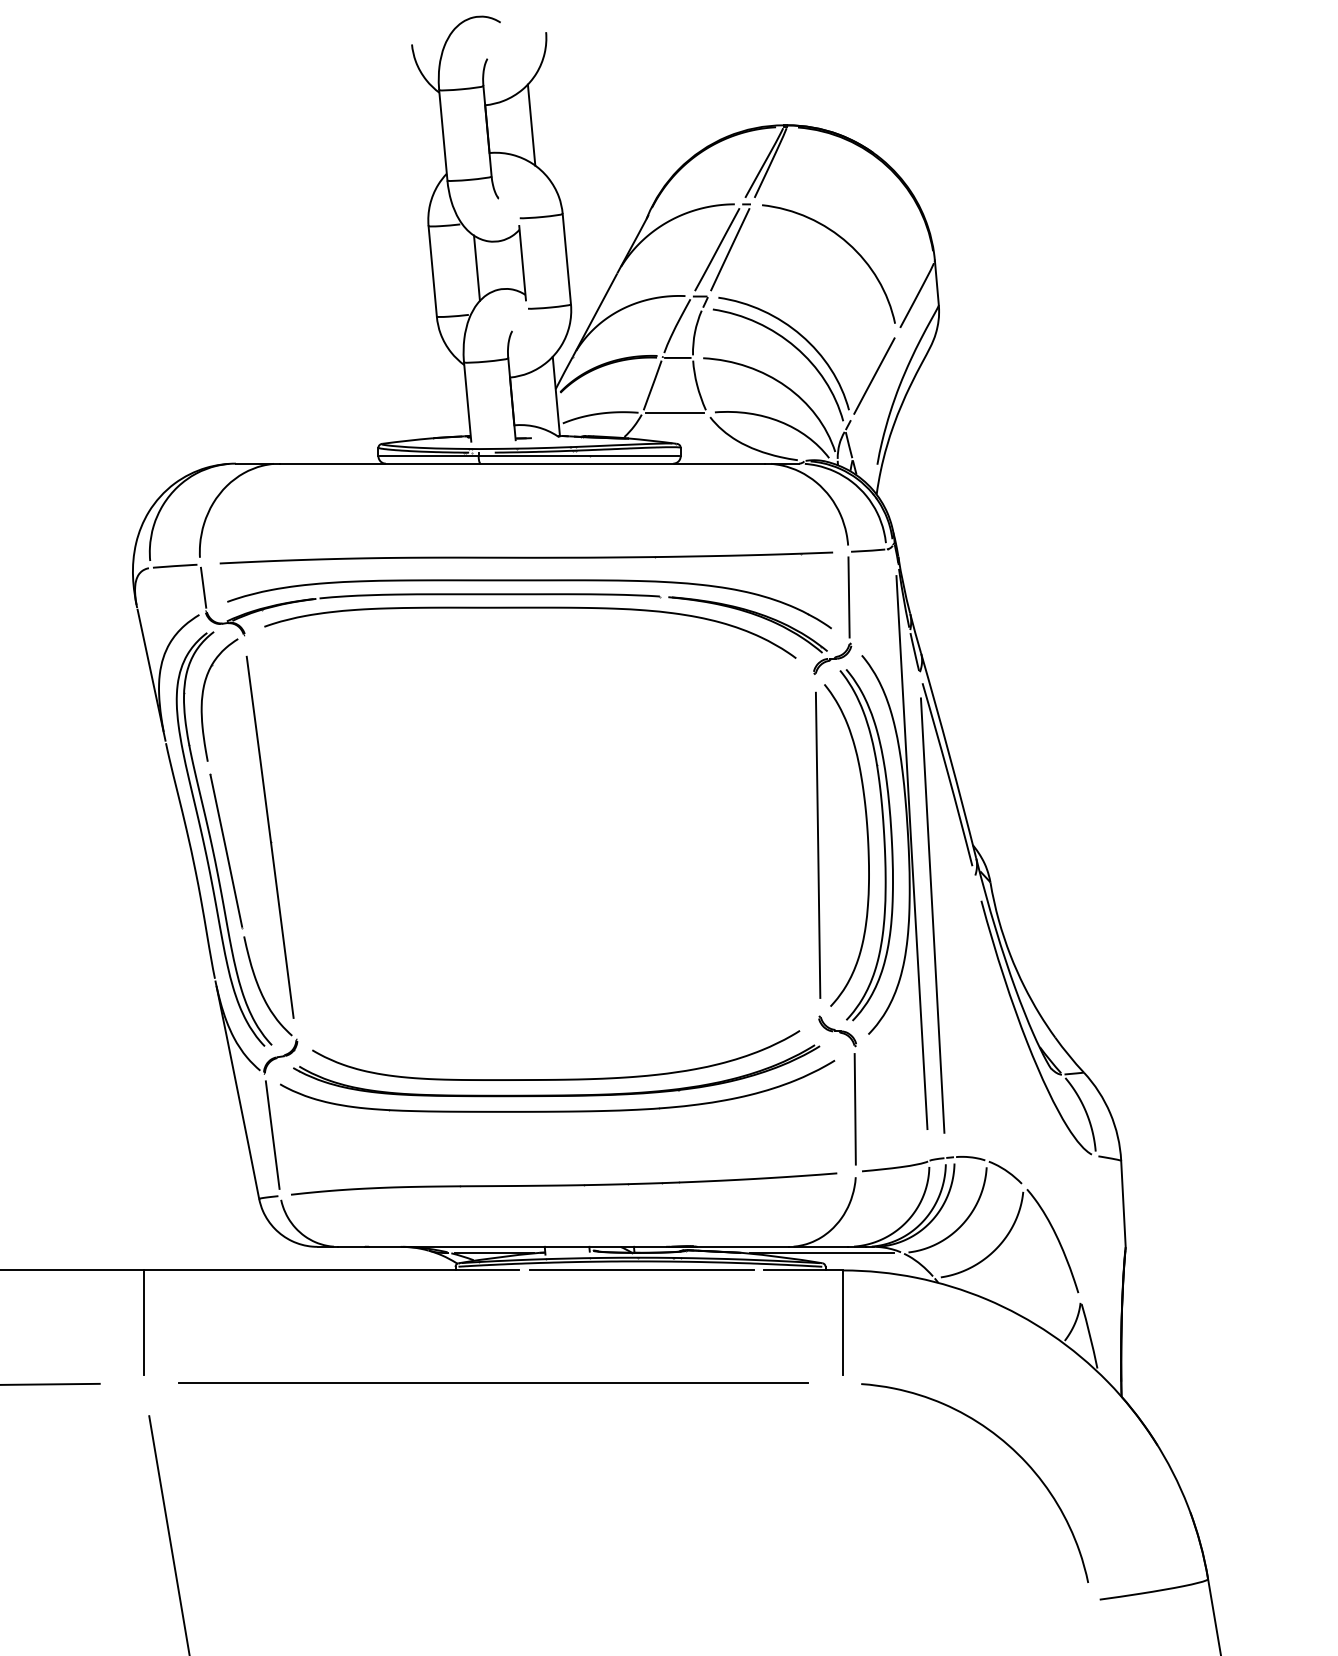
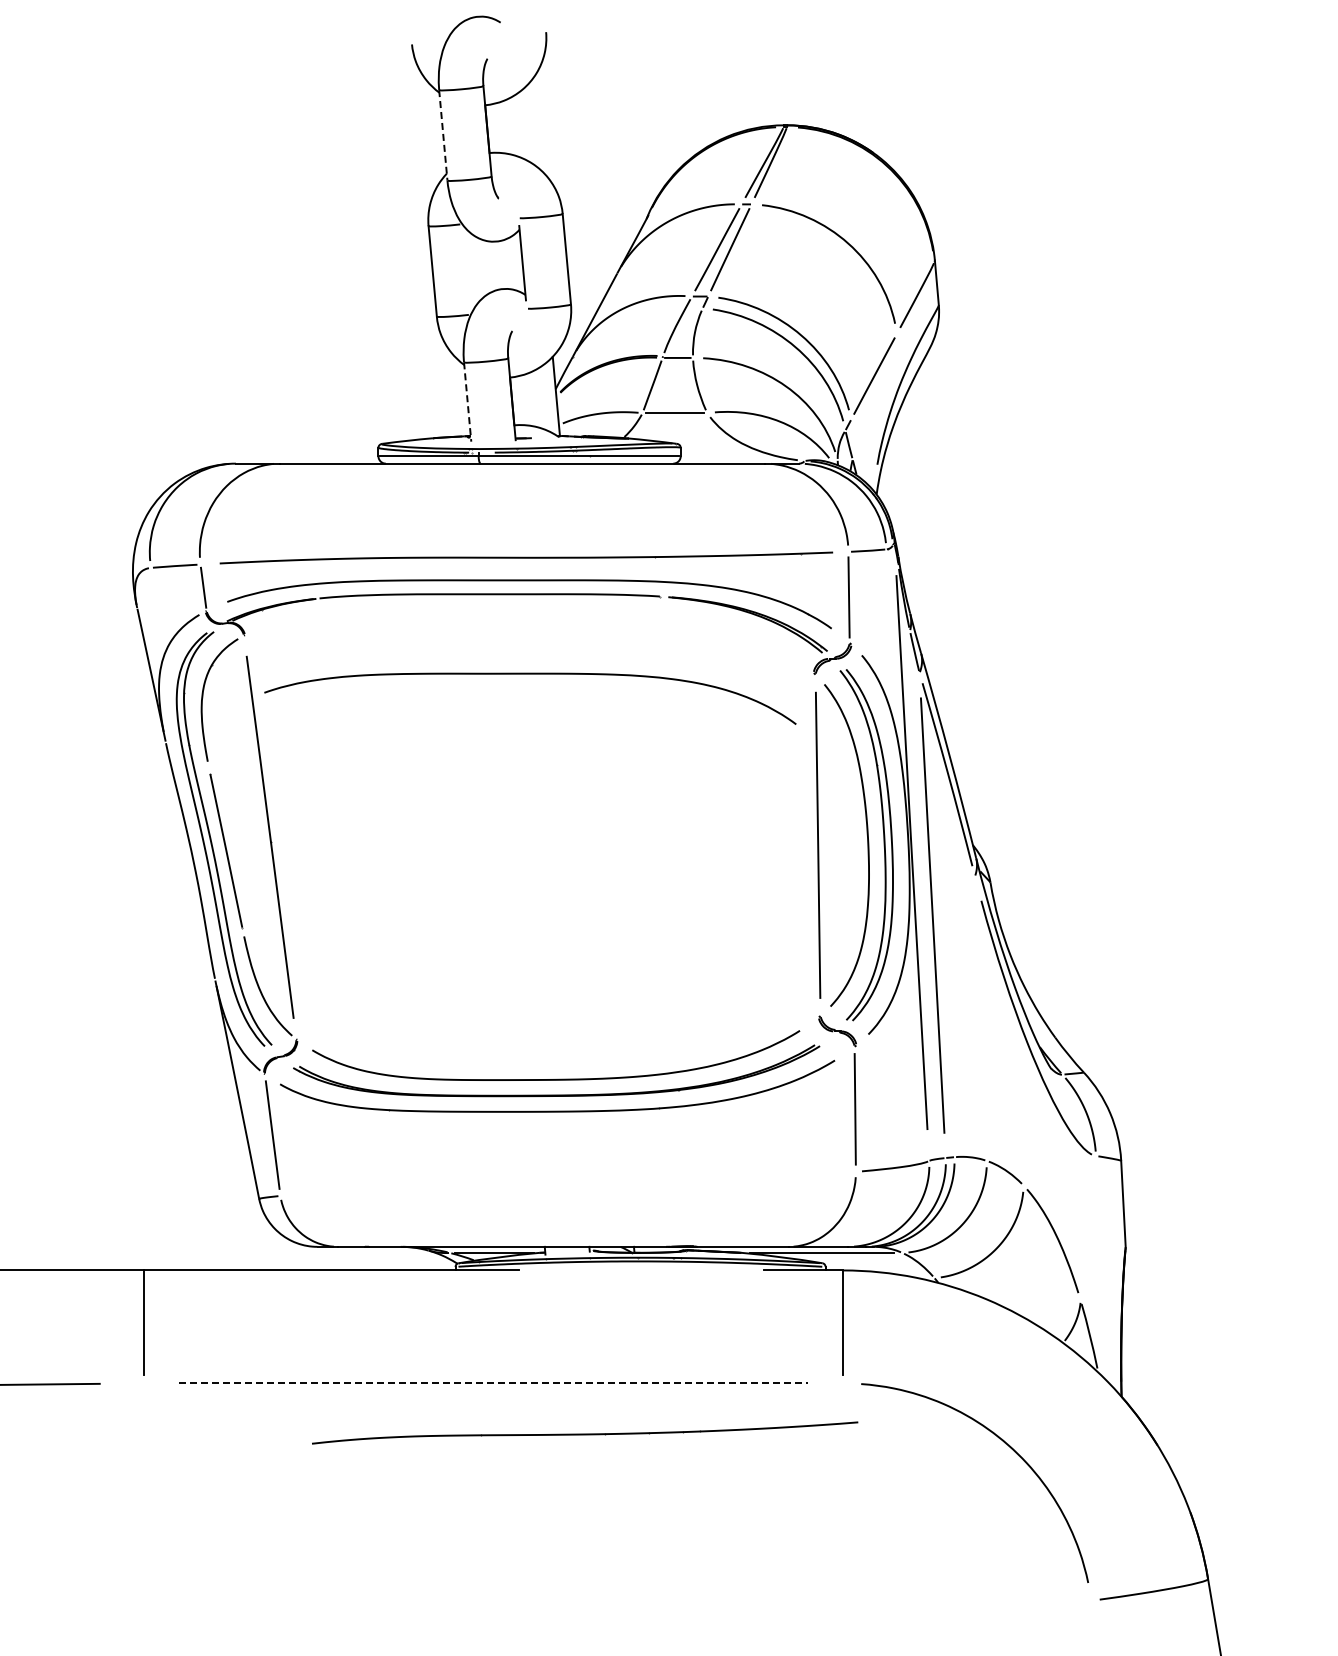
line at (531, 124): present -> none
line at (443, 135): solid -> dashed
line at (476, 267): present -> none
line at (467, 402): solid -> dashed
curve at (530, 608) position: (530, 608) -> (530, 674)
part at (564, 1183) position: (564, 1183) -> (585, 1432)
line at (641, 1270): present -> none
line at (493, 1383): solid -> dashed
line at (169, 1534): present -> none
